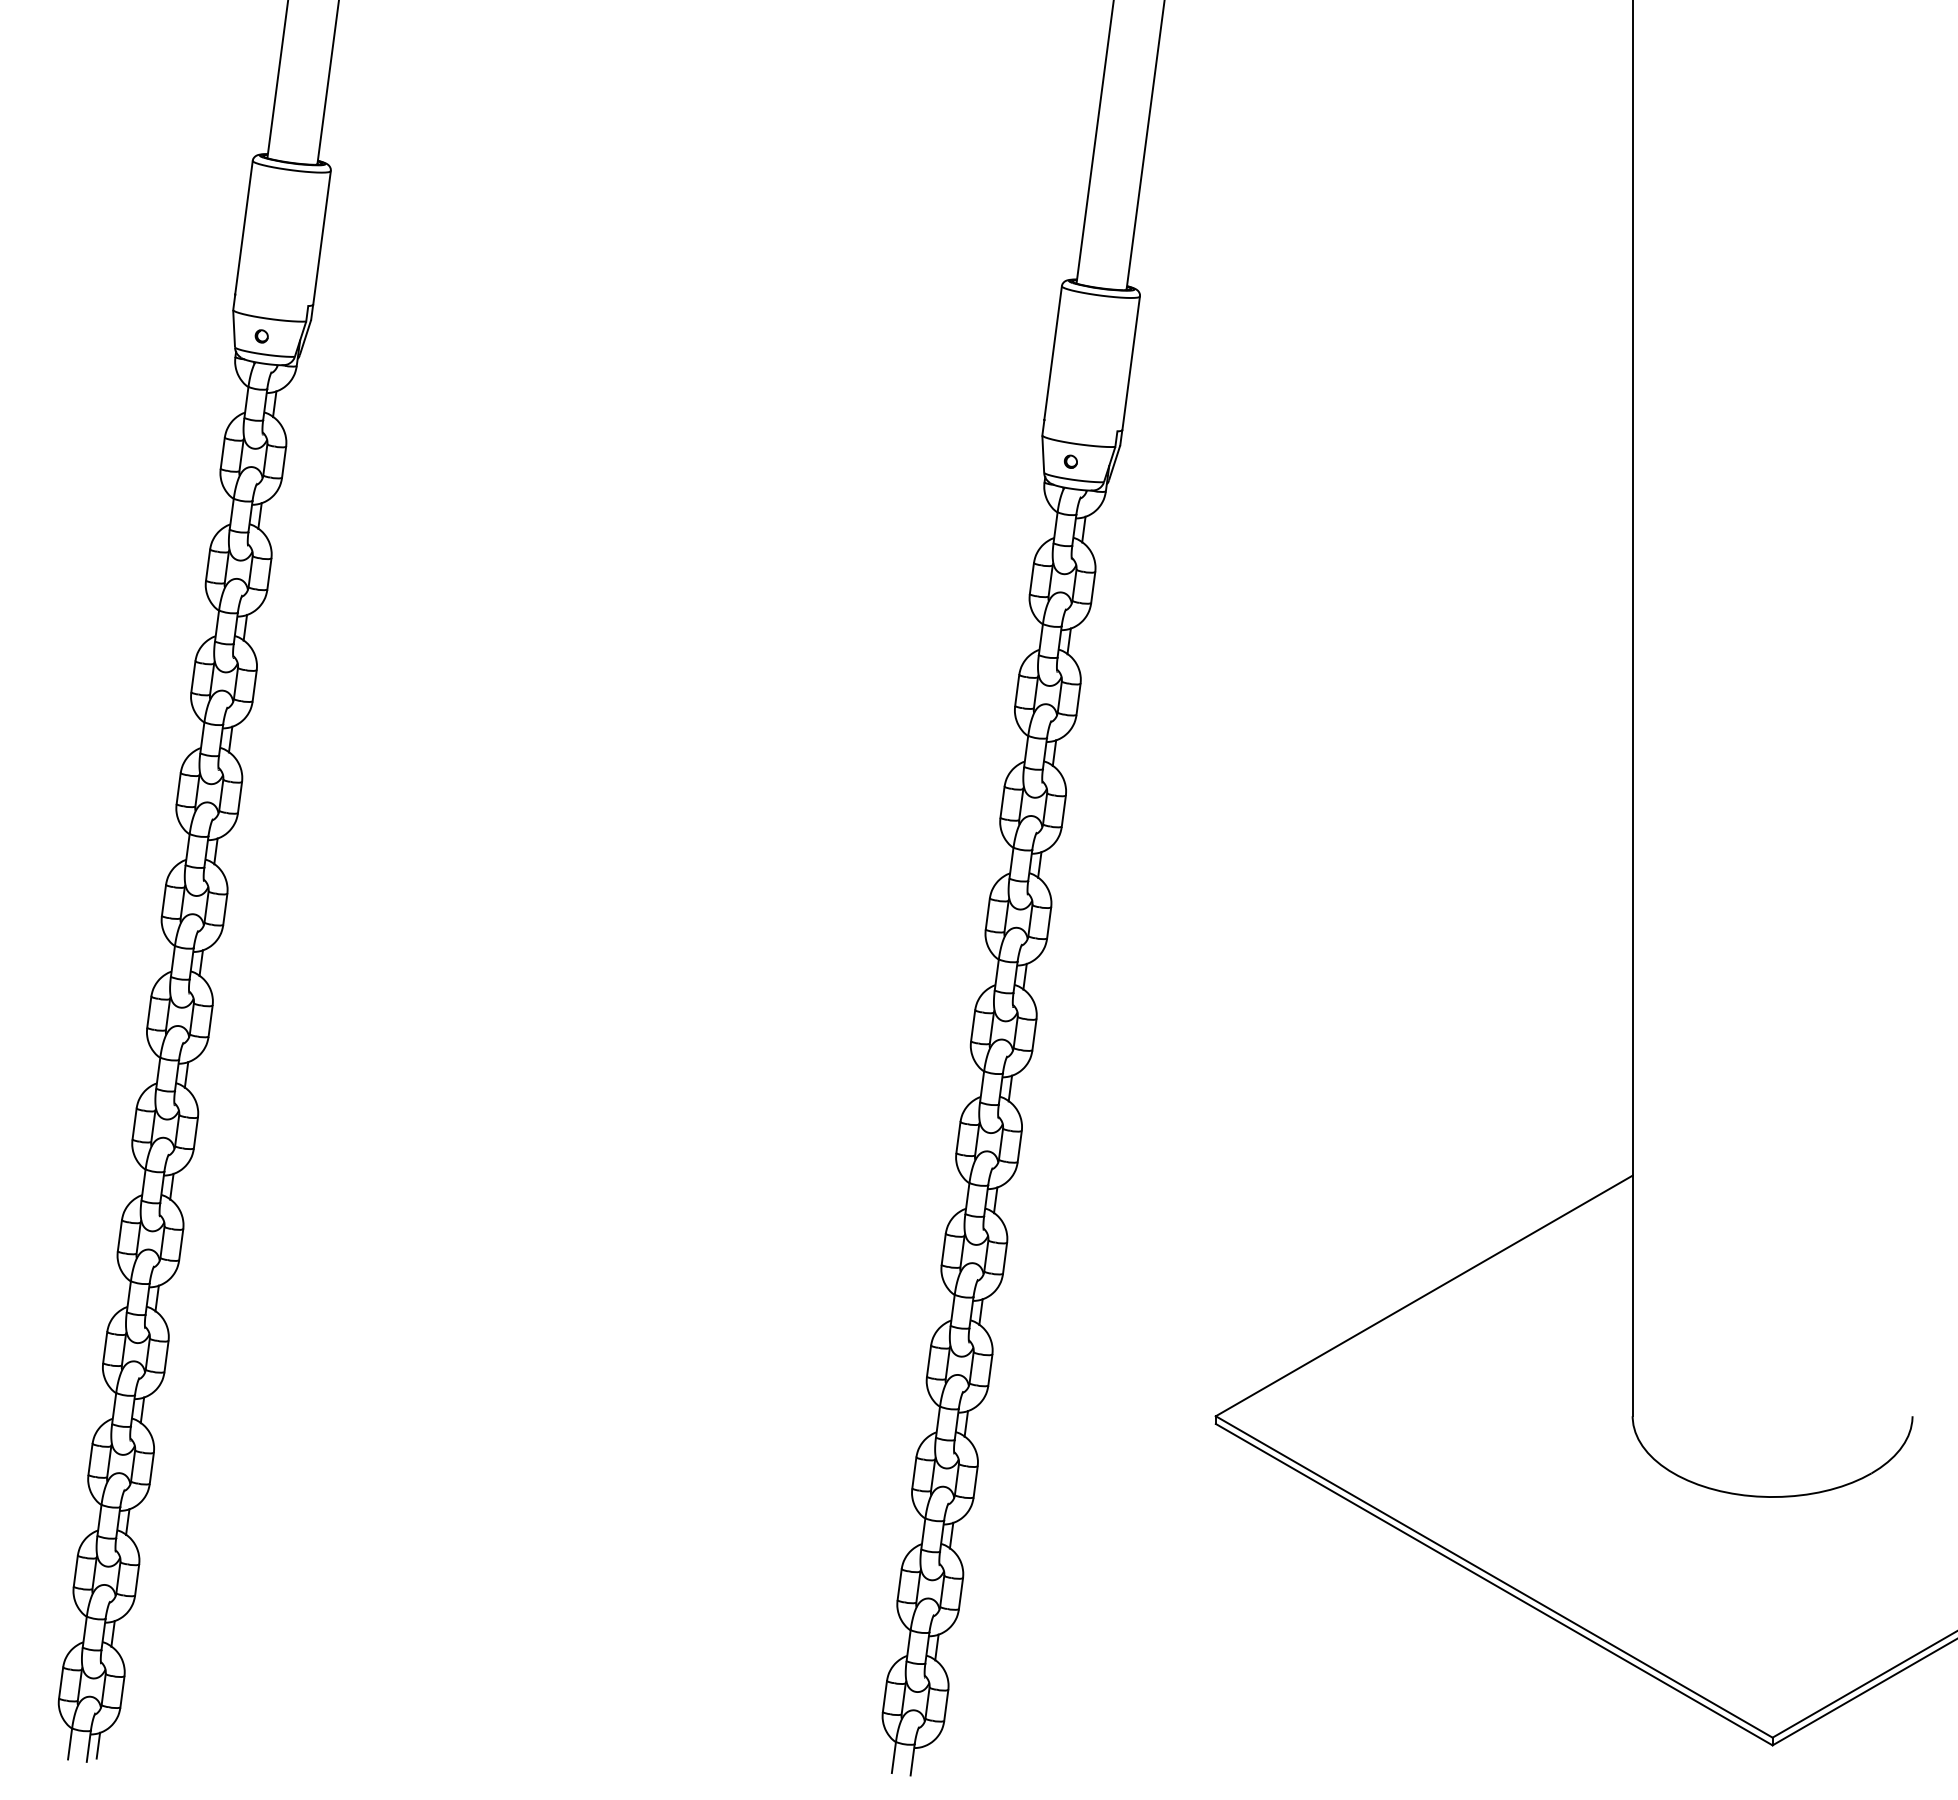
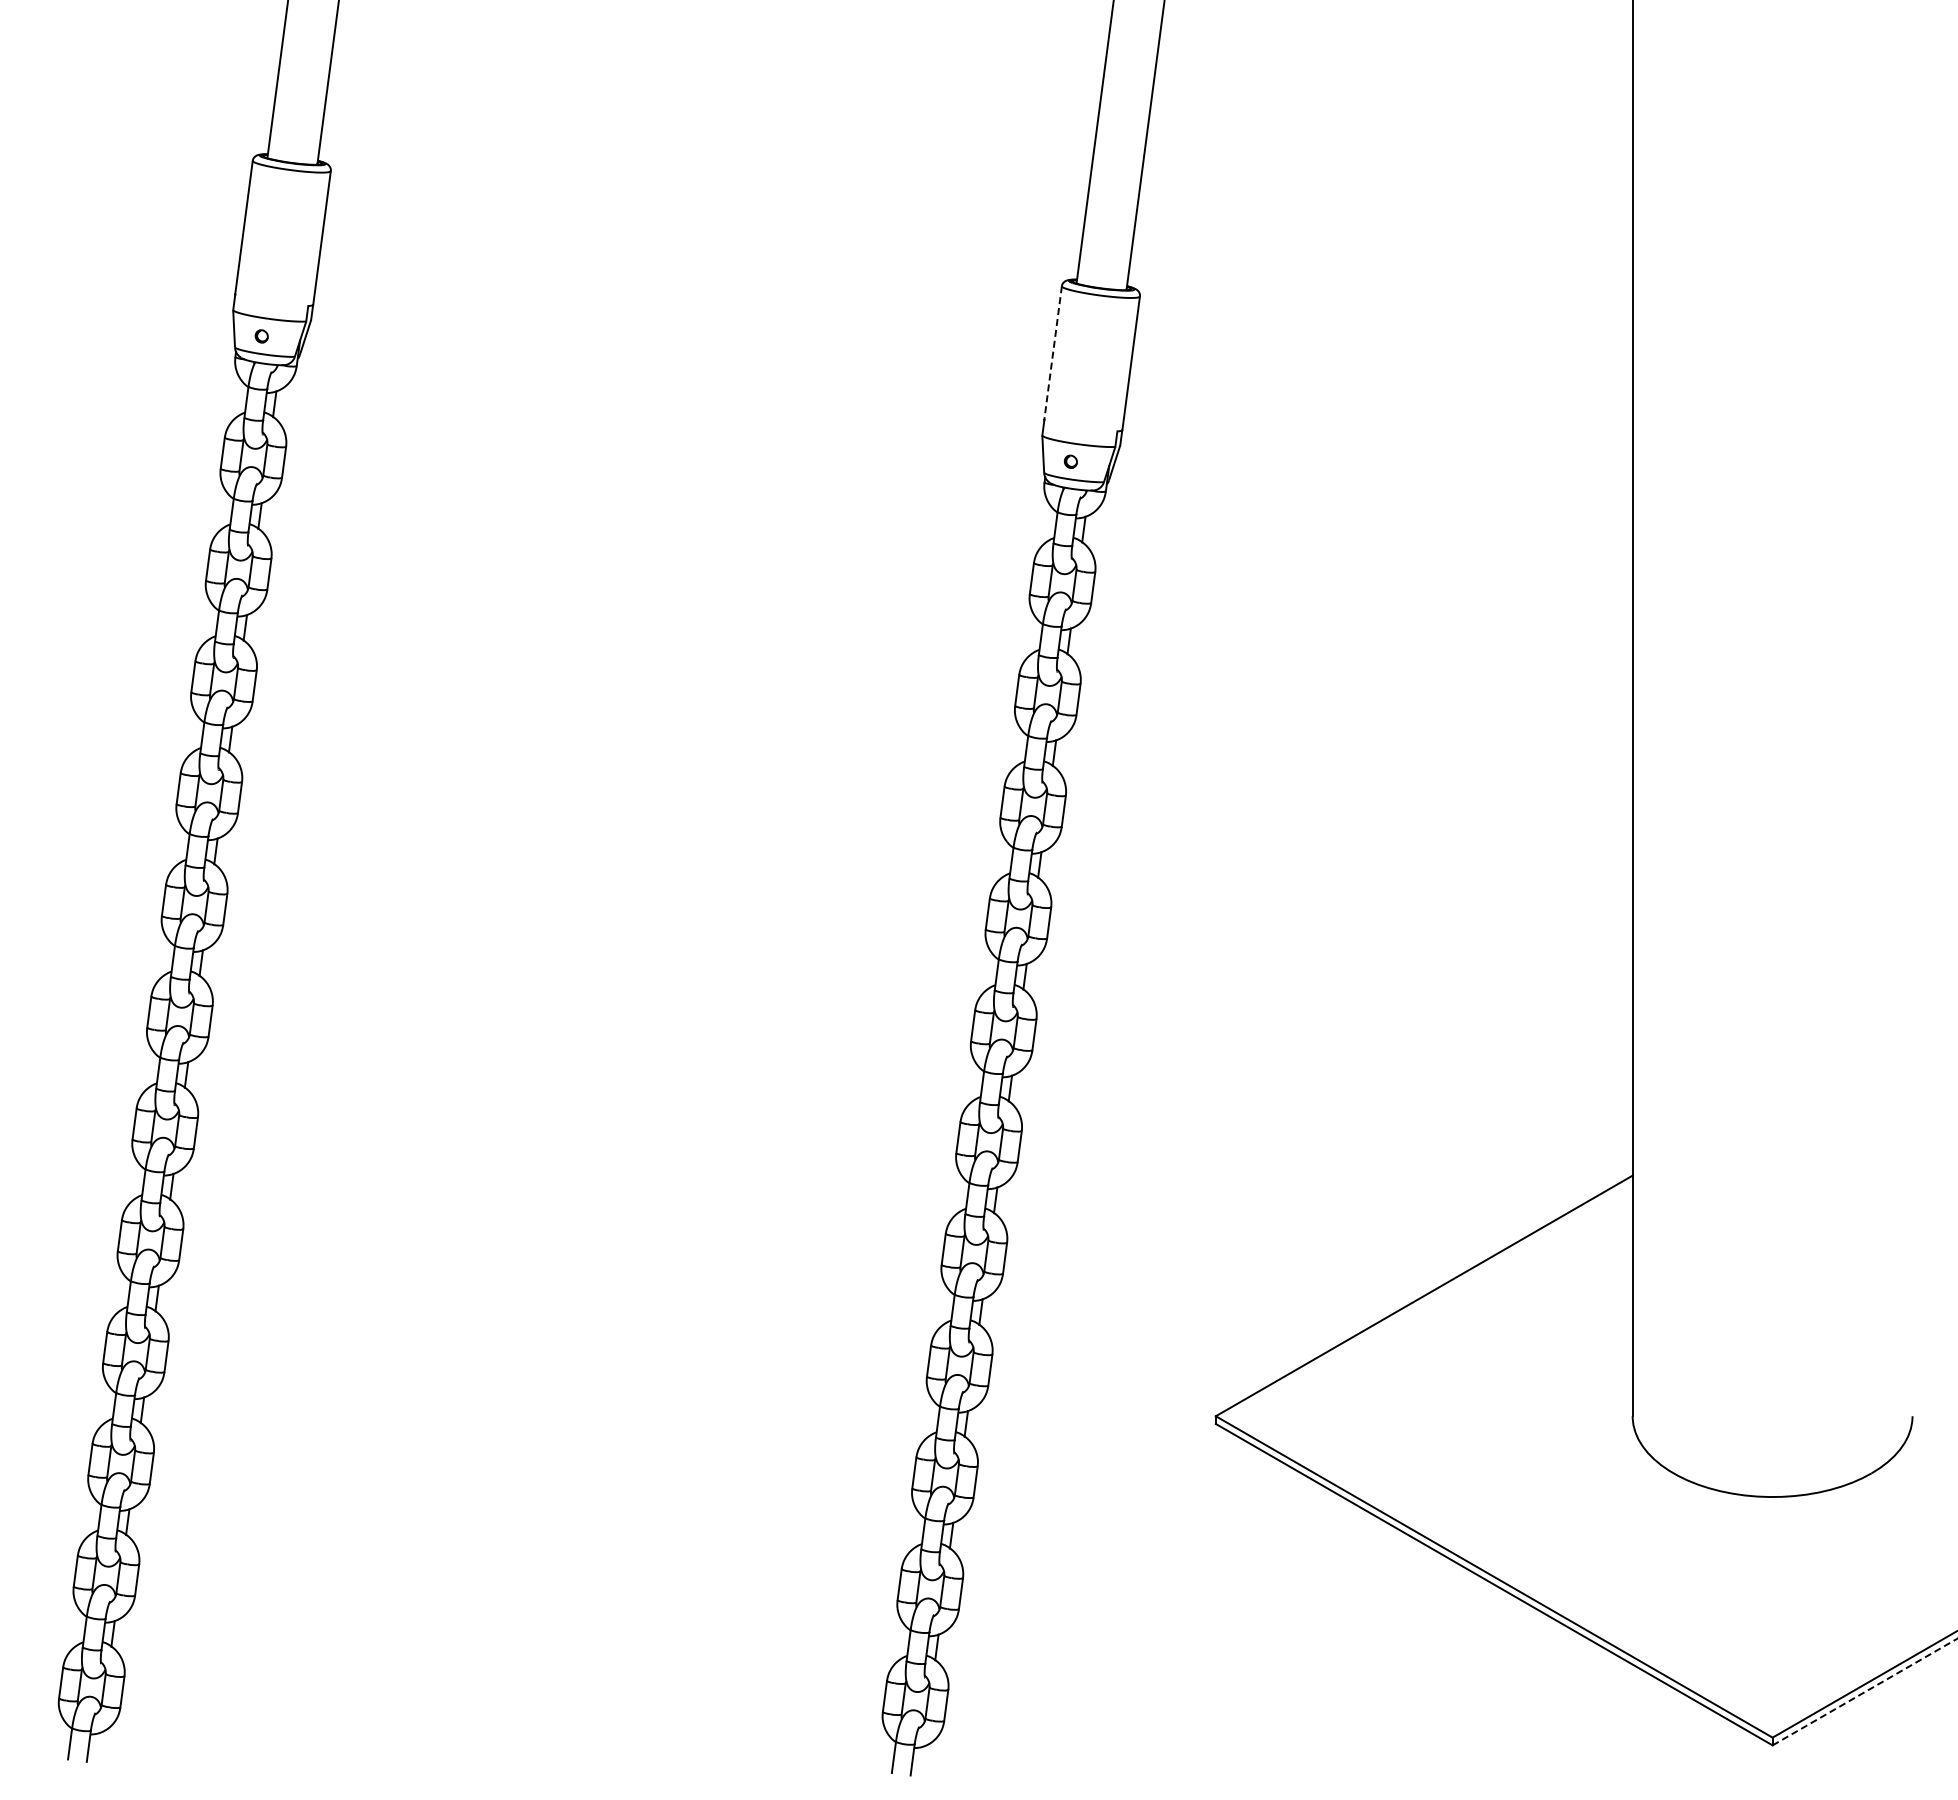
line at (1053, 353): solid -> dashed
line at (1865, 1691): solid -> dashed
line at (98, 1745): present -> none
